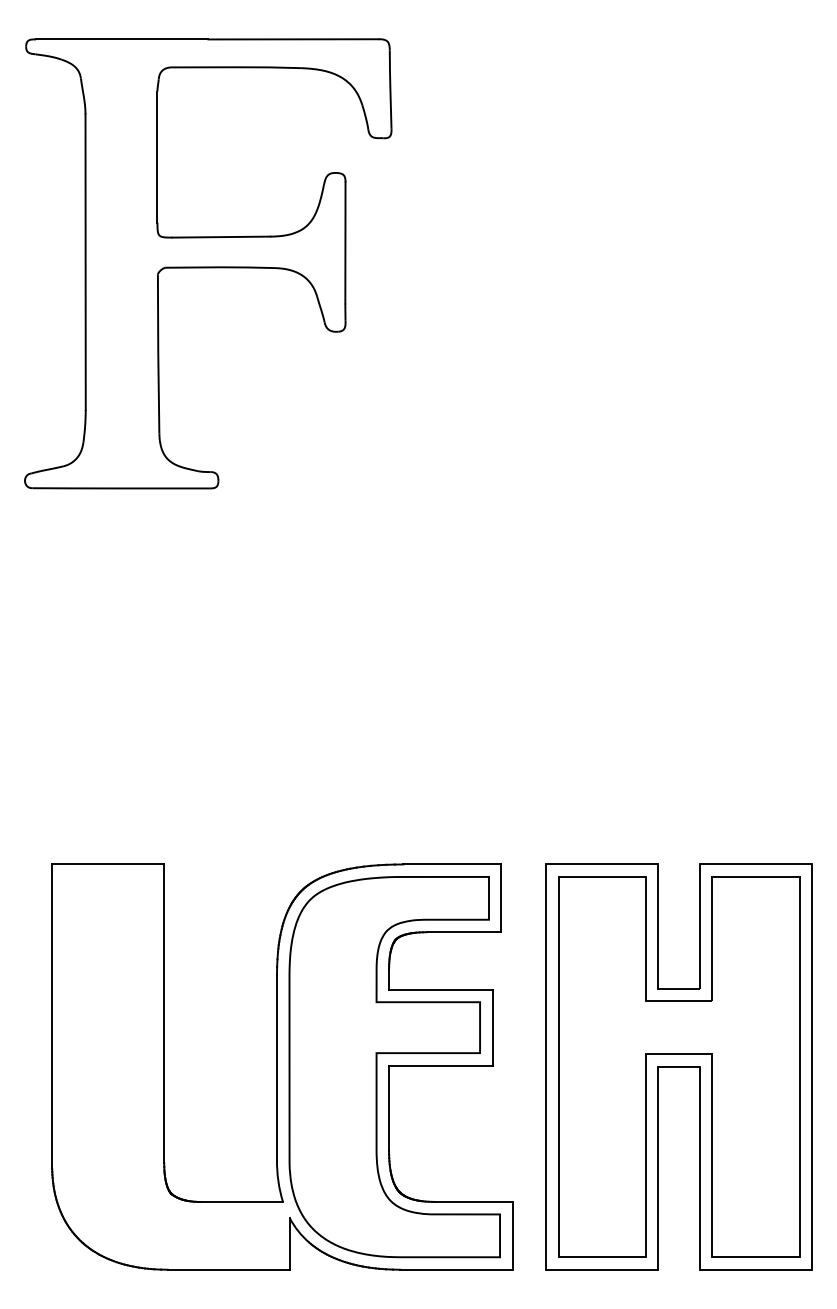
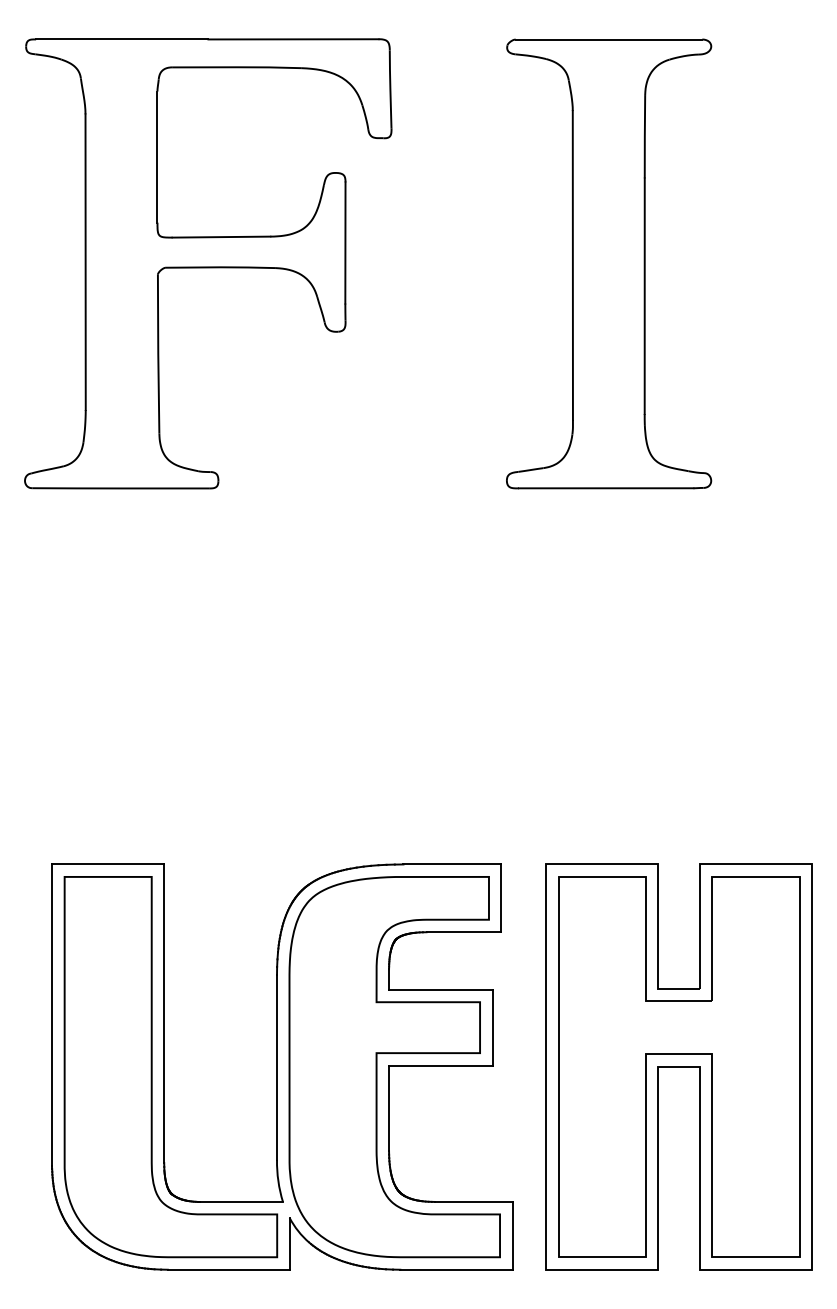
part at (609, 263): none -> present
part at (152, 1067): none -> present
